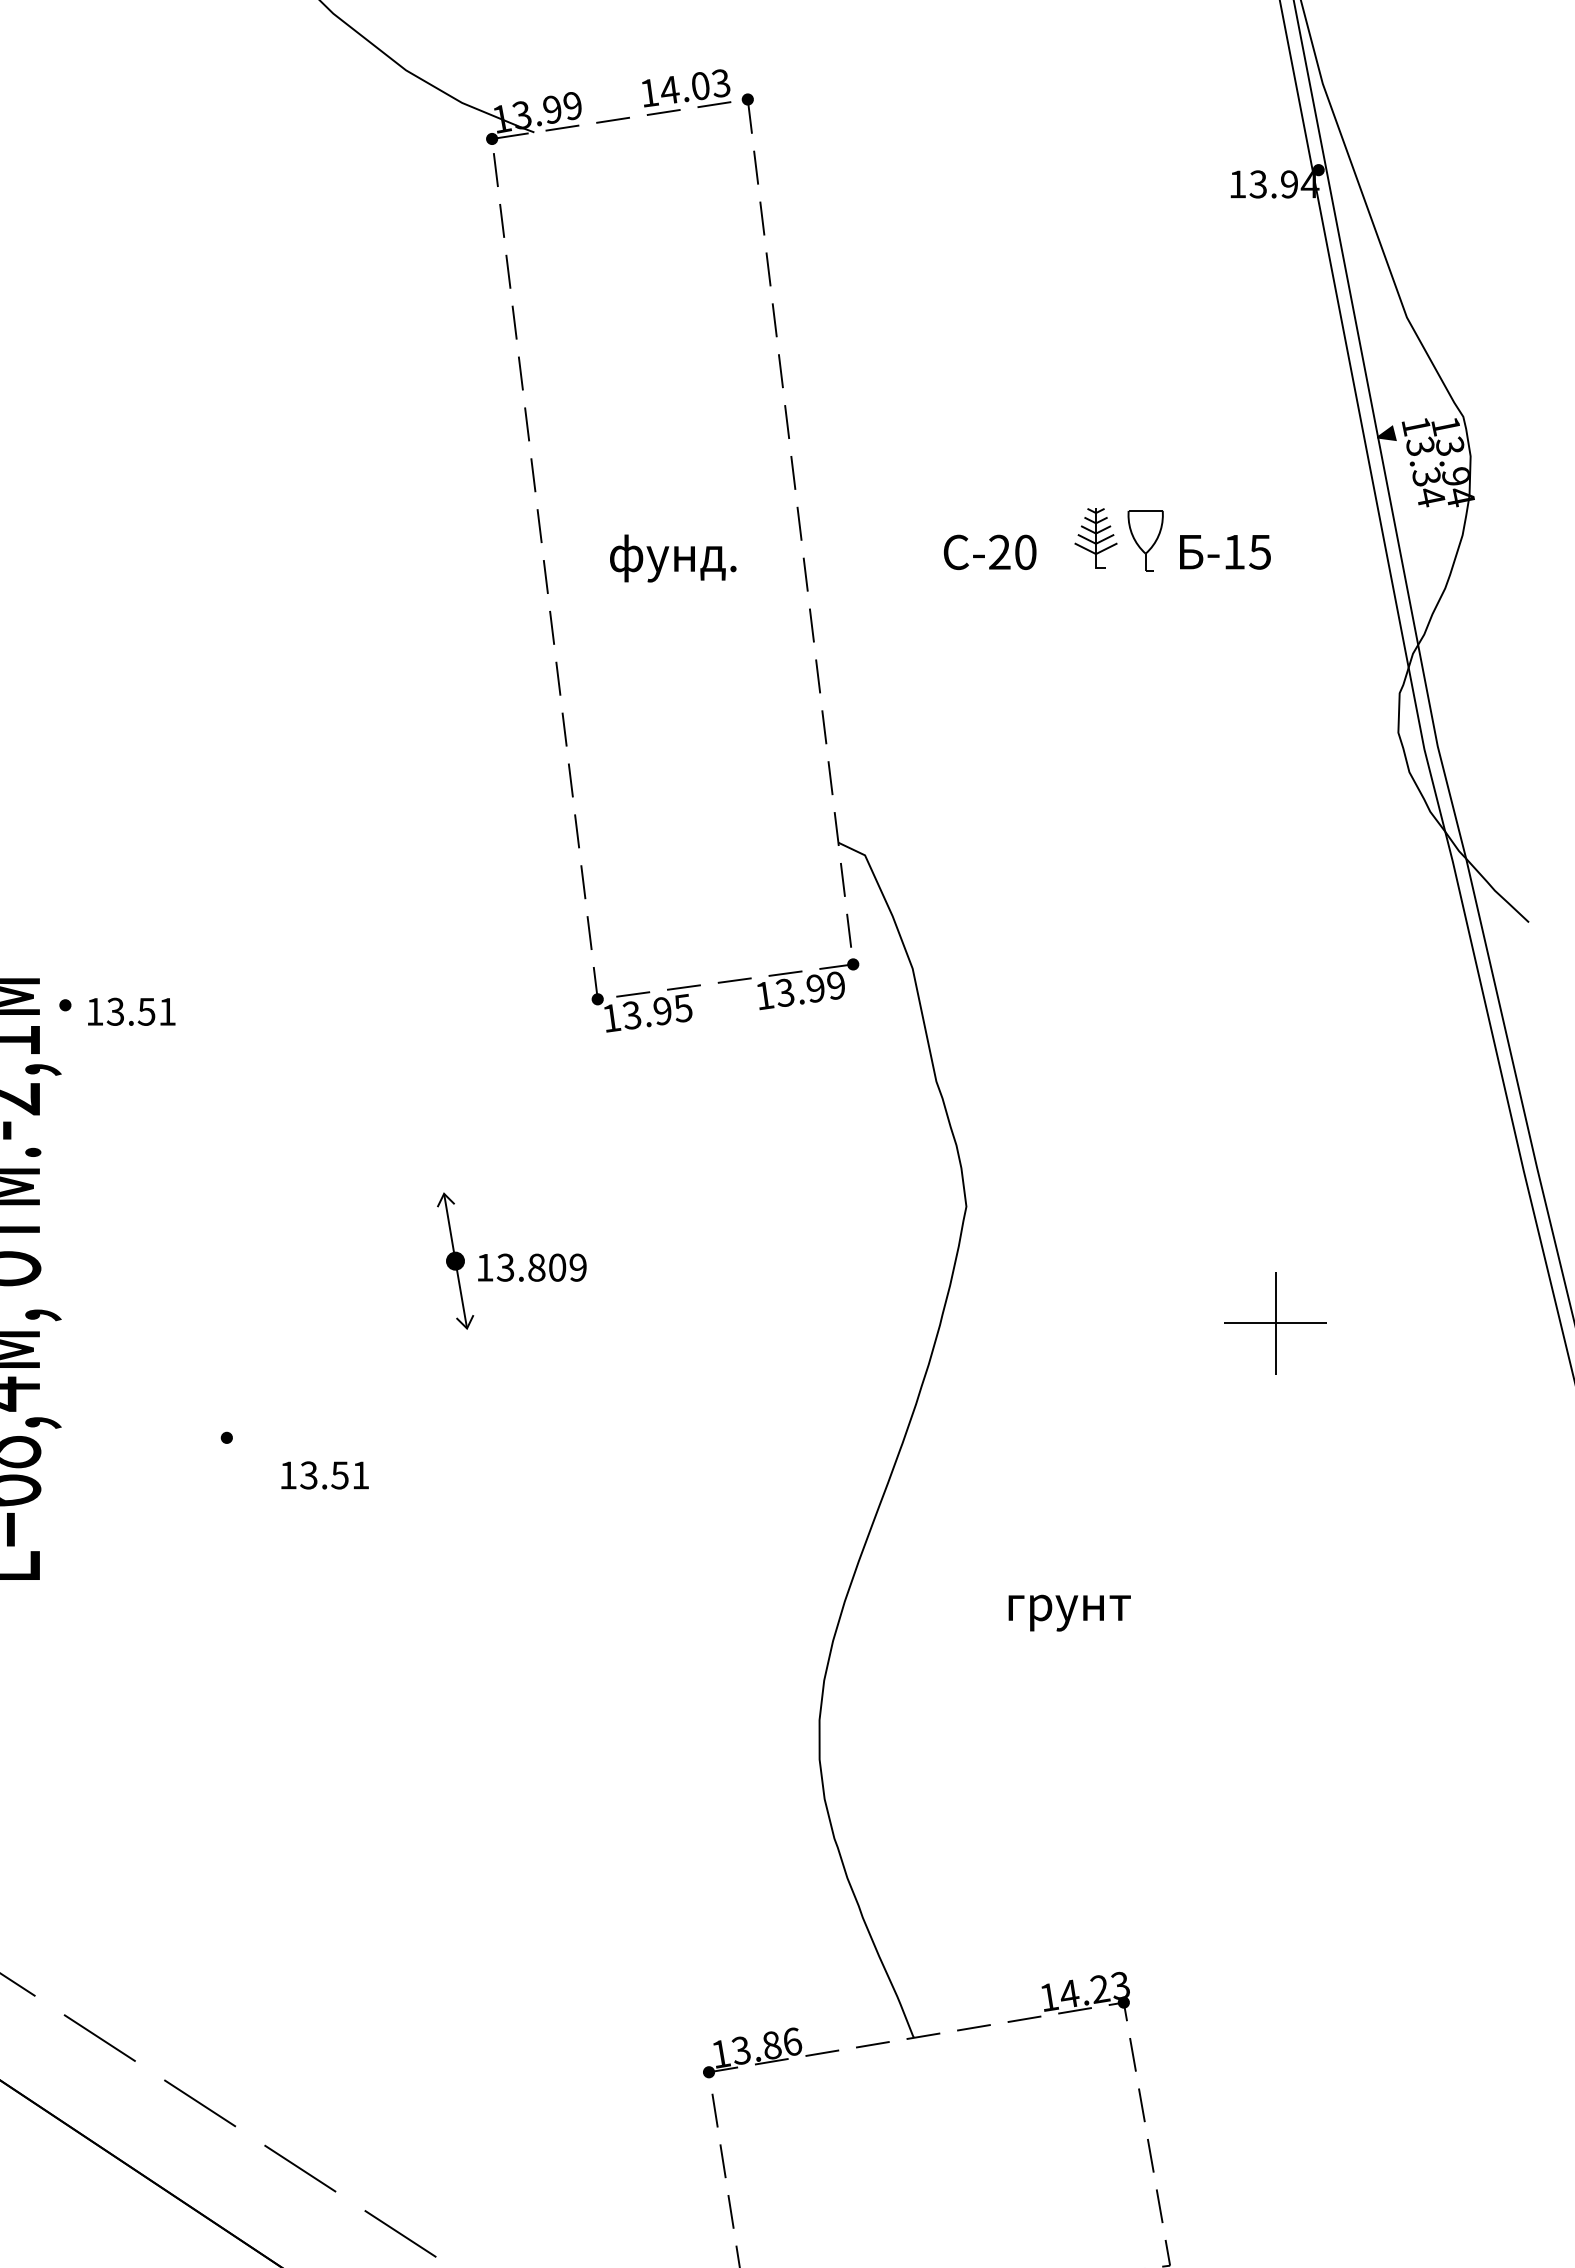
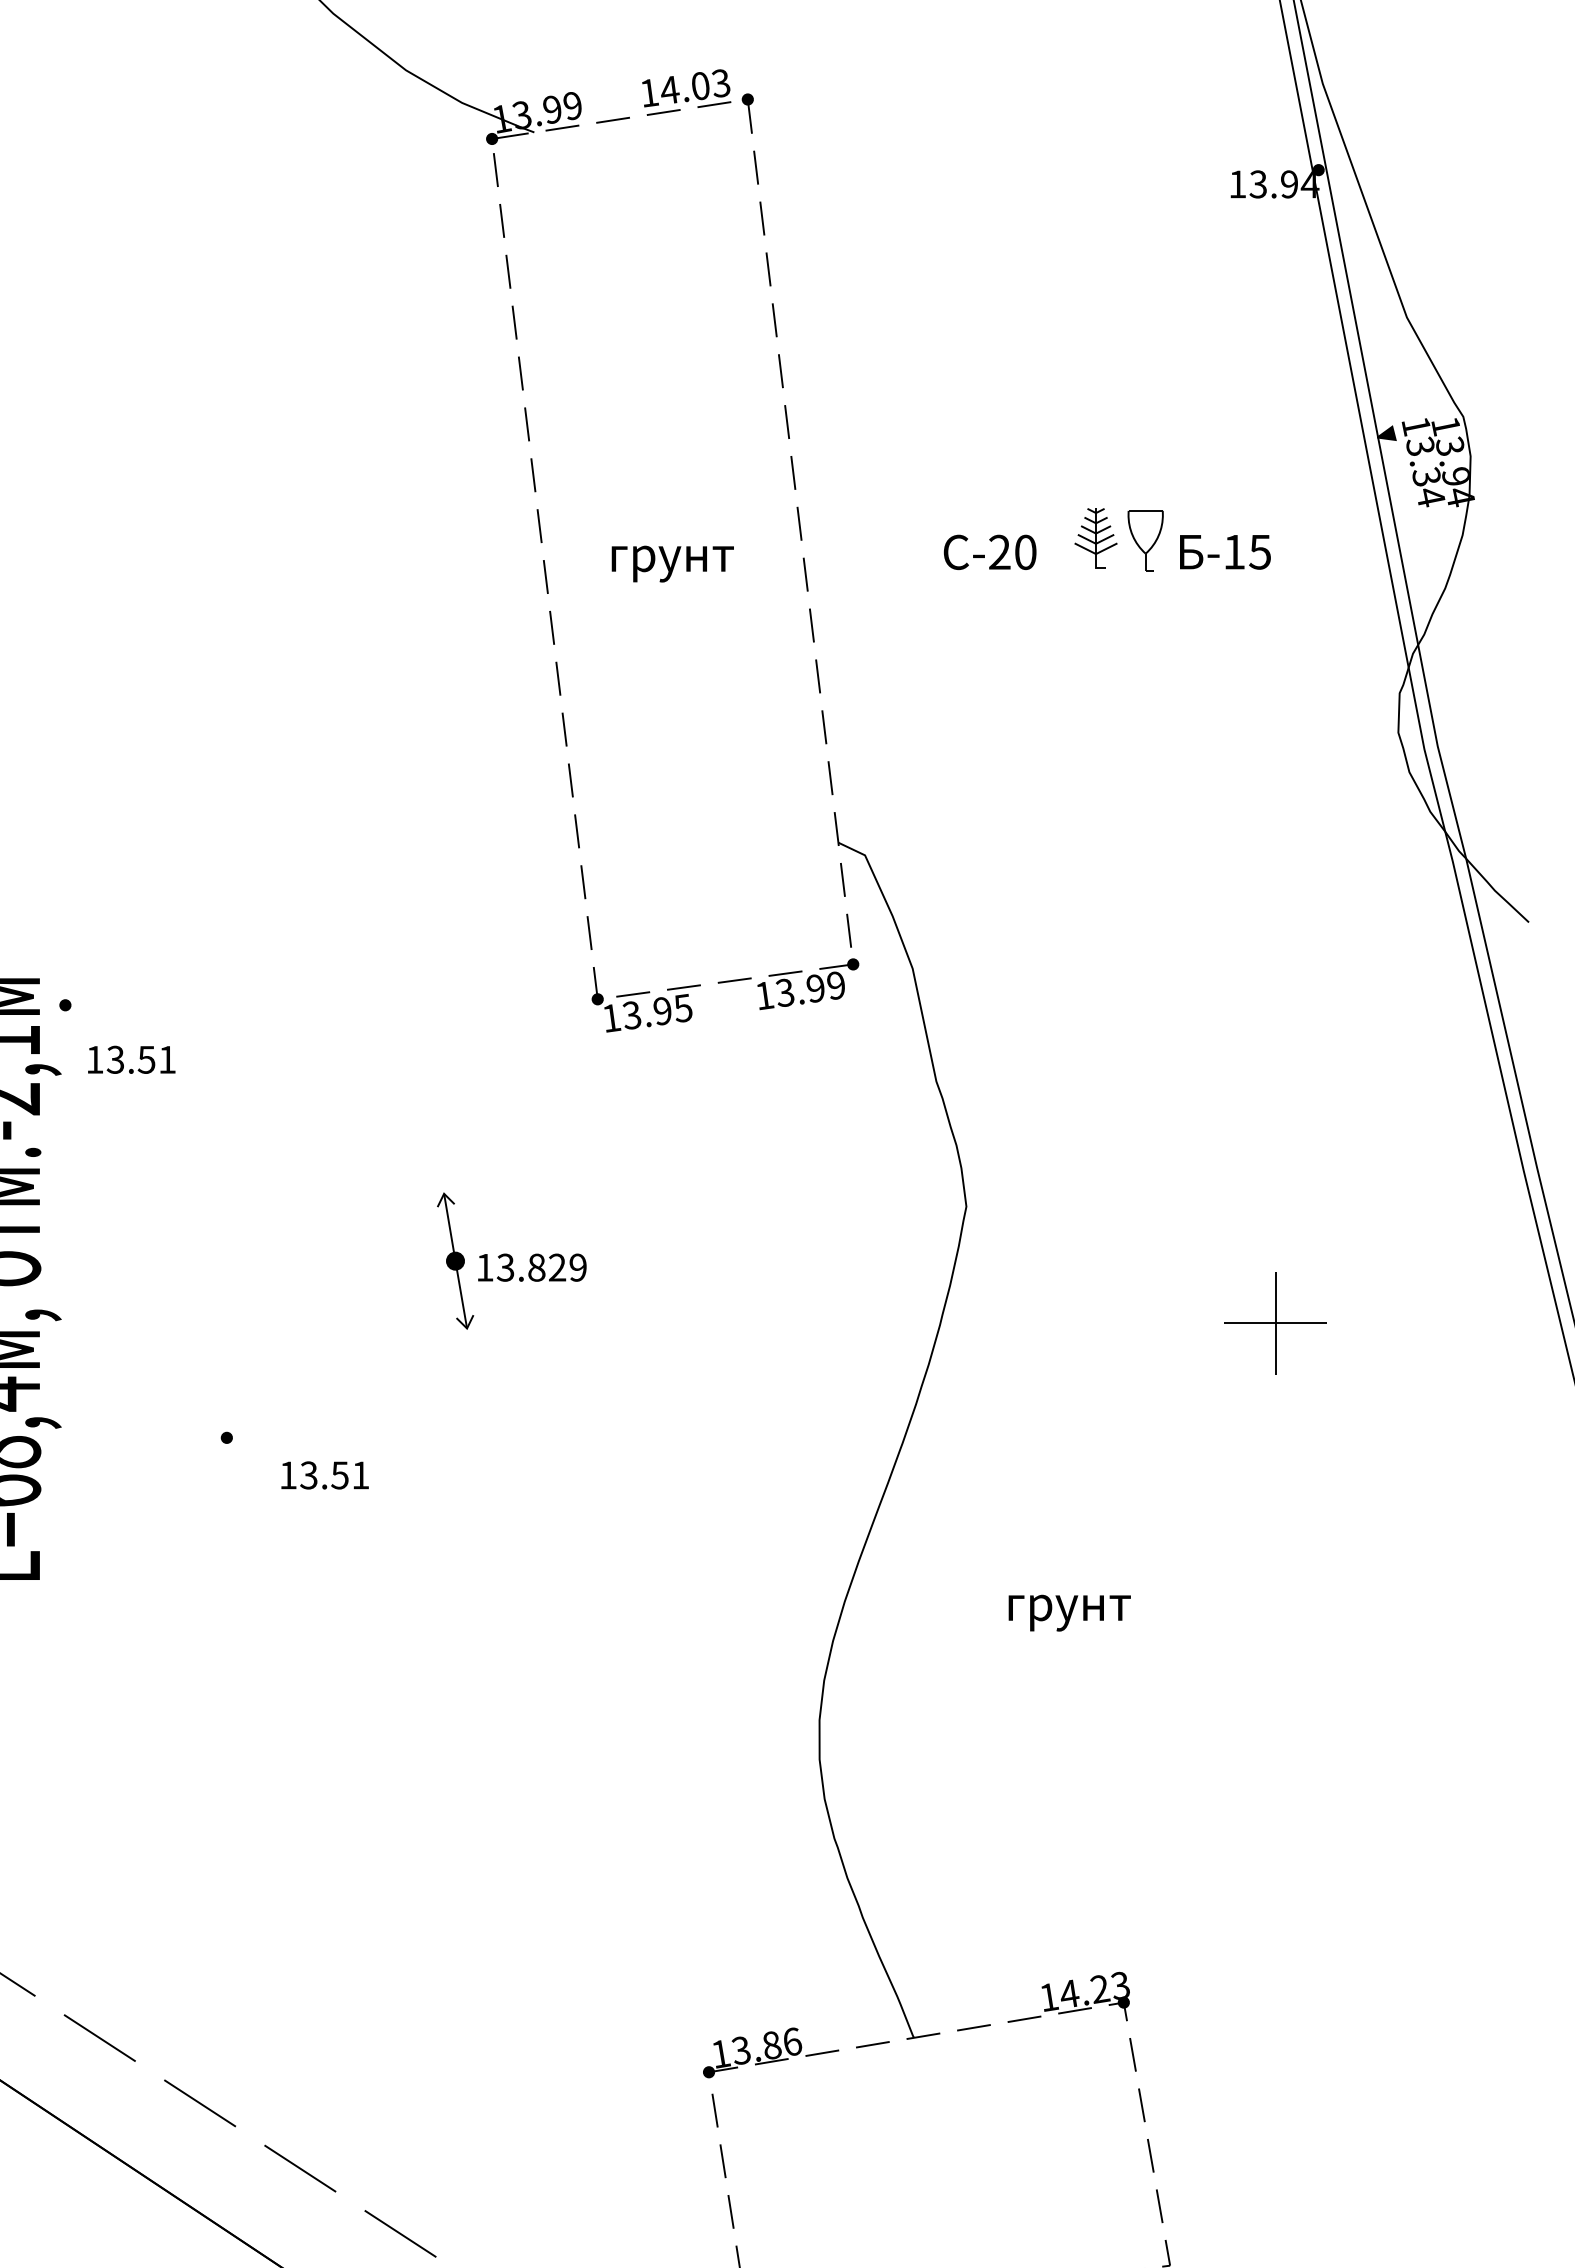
text at (673, 558): фунд. -> грунт
text at (131, 1011) position: (131, 1011) -> (131, 1059)
text at (557, 1267): 13.809 -> 13.829
